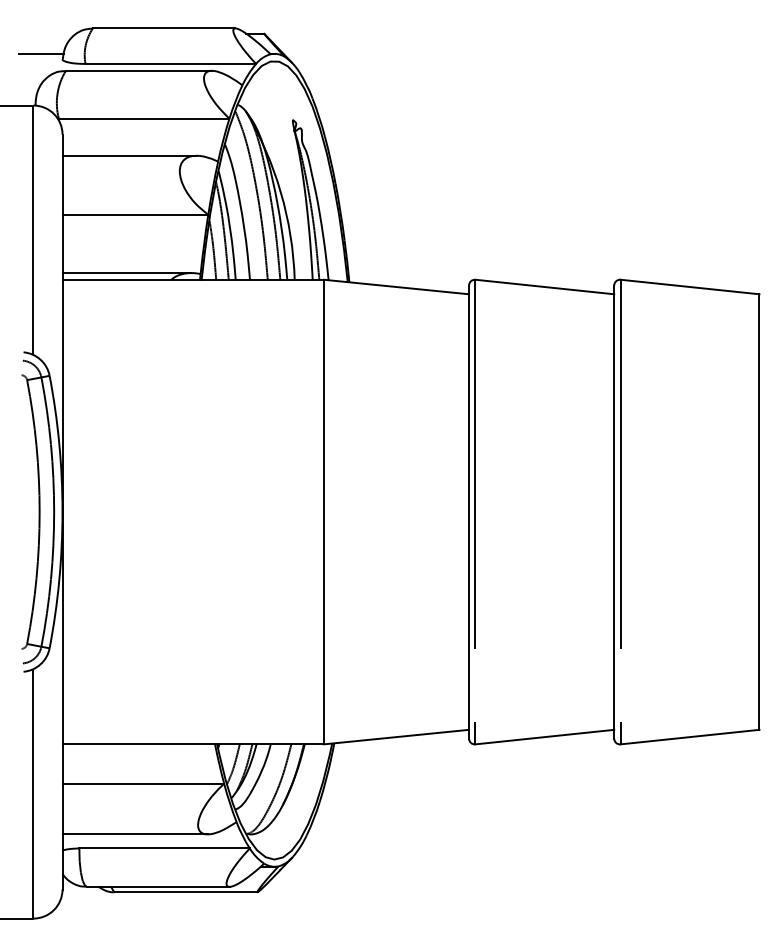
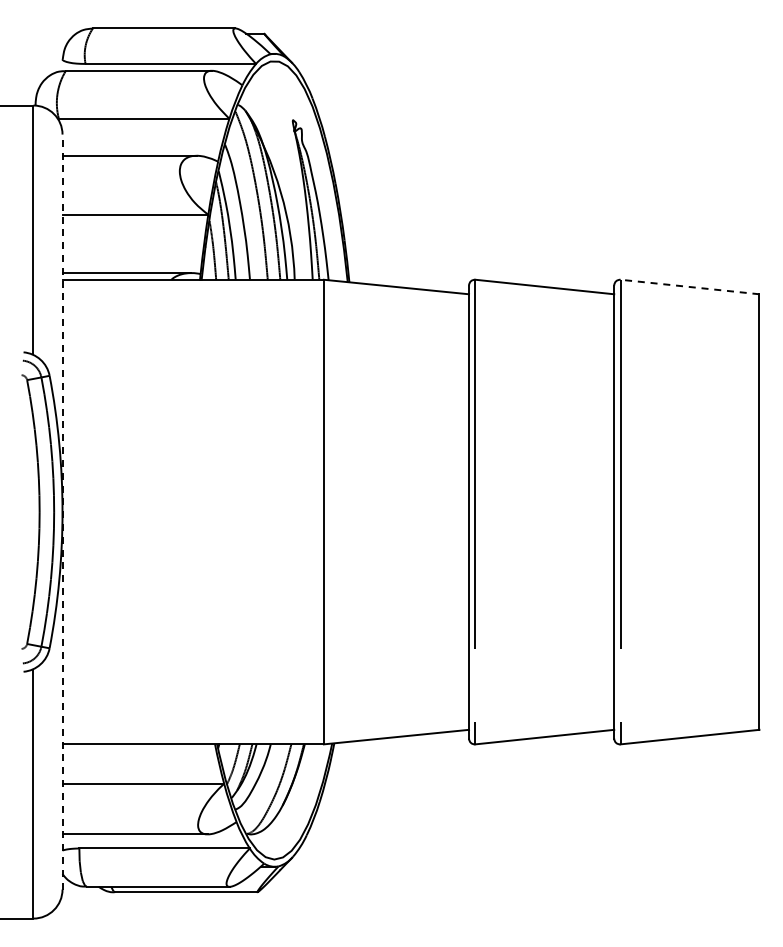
line at (40, 53): present -> none
line at (690, 287): solid -> dashed
line at (62, 511): solid -> dashed
